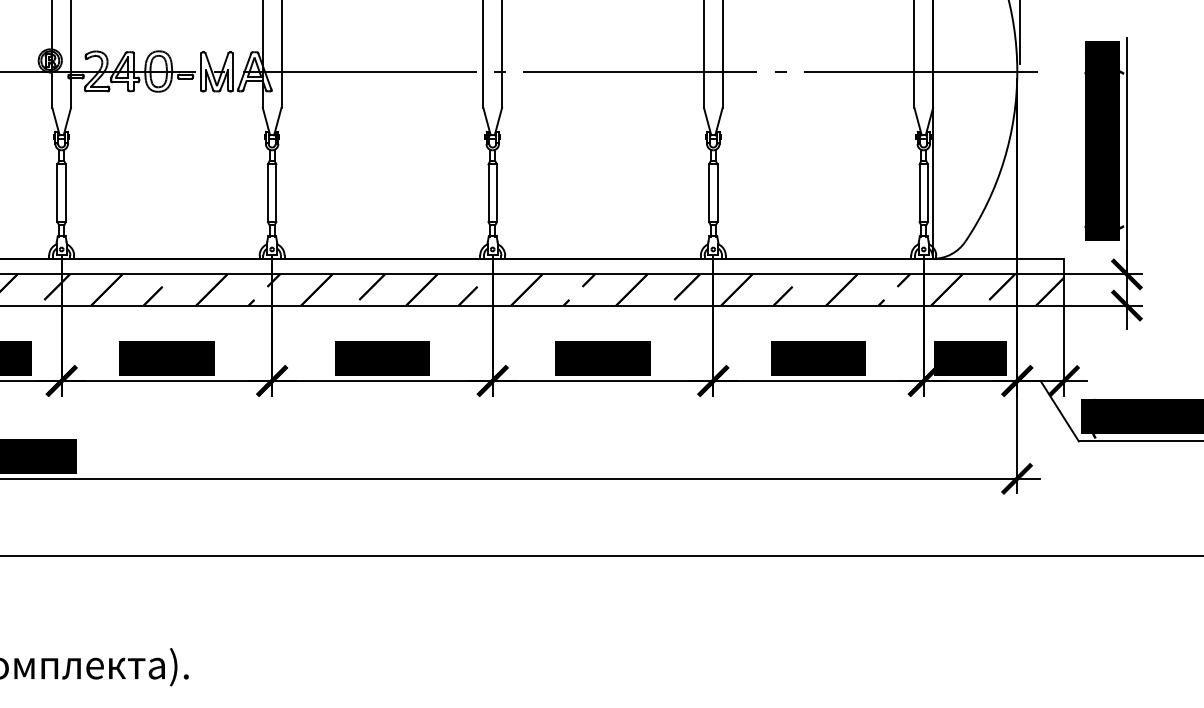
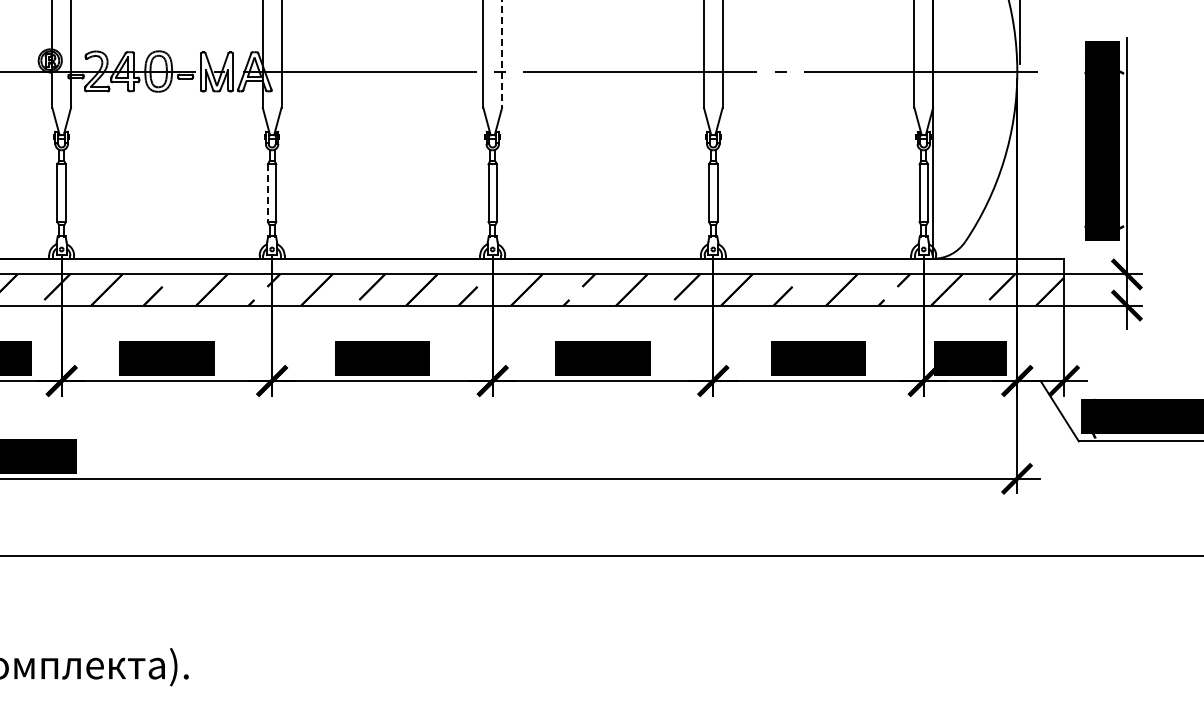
line at (502, 54): solid -> dashed
line at (267, 193): solid -> dashed
